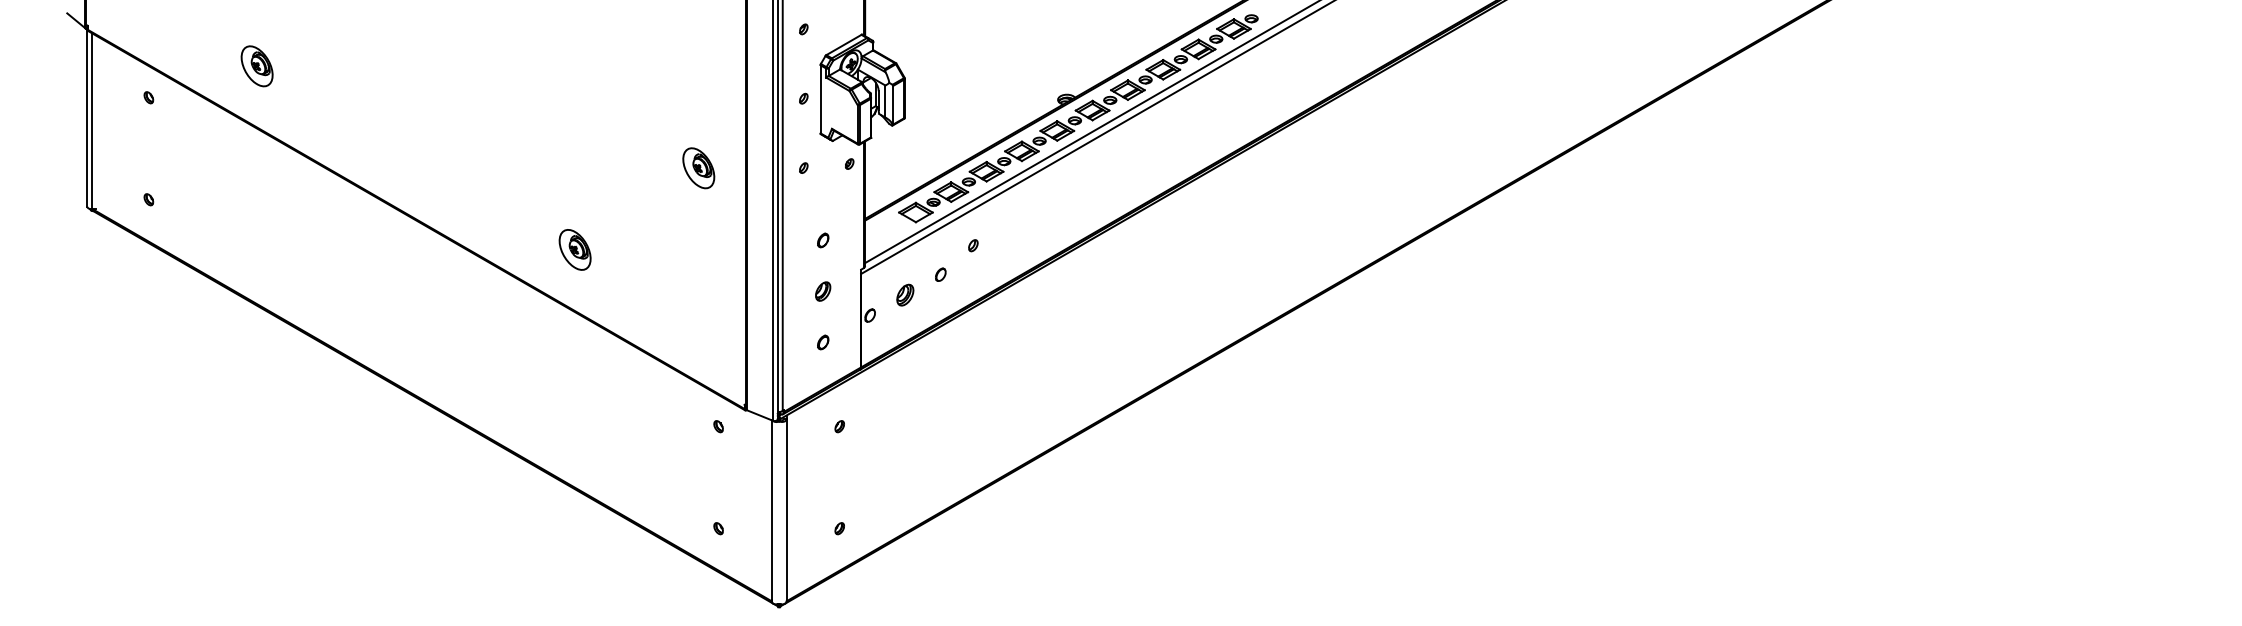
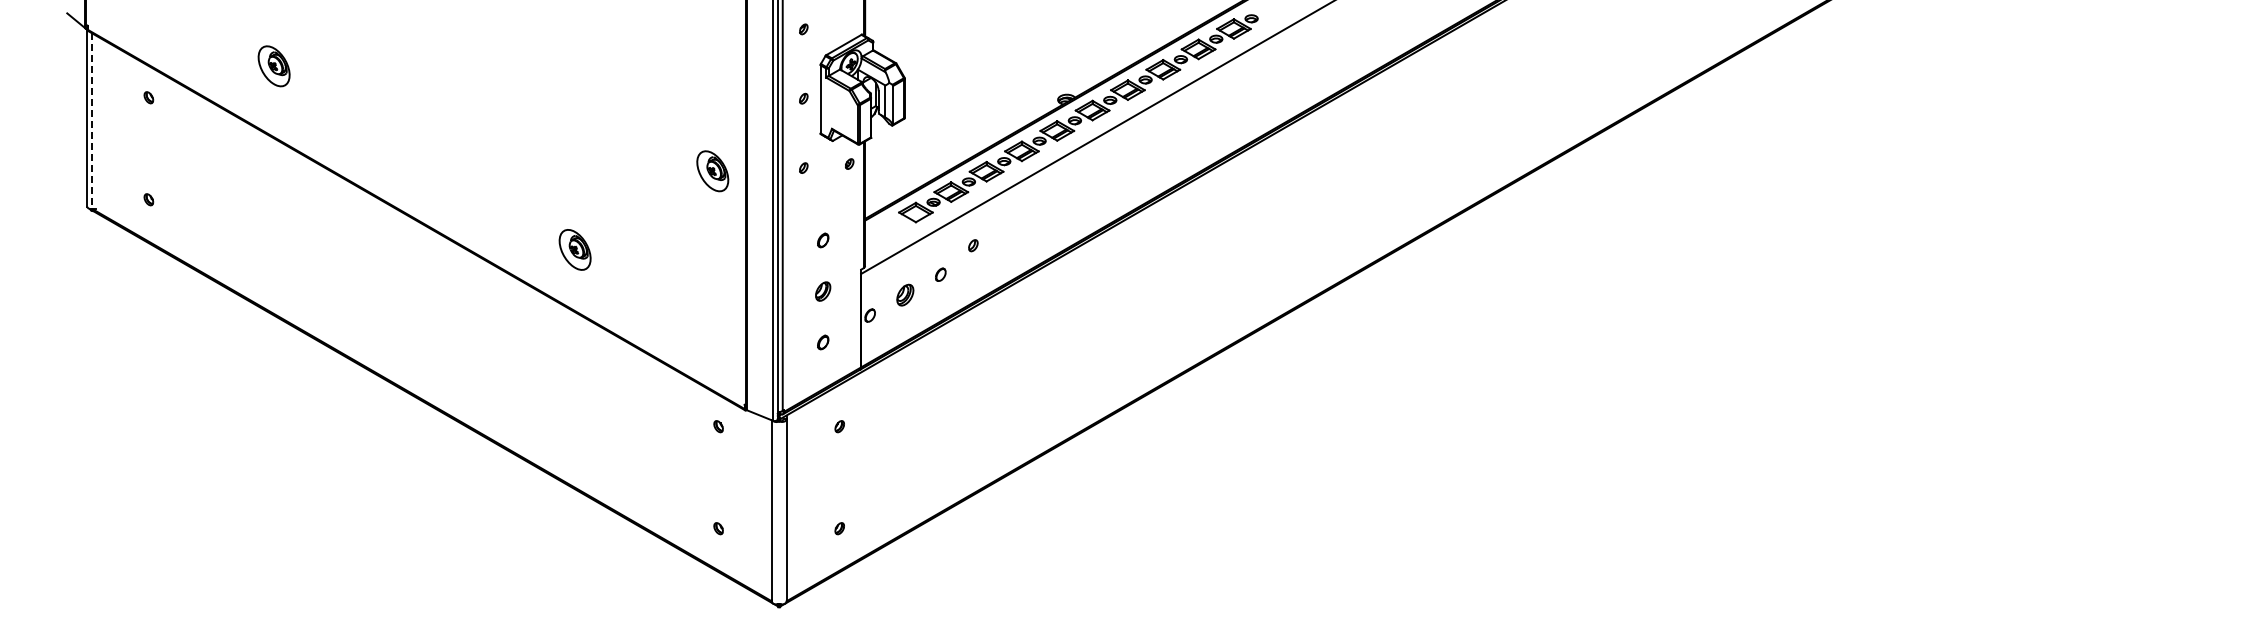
part at (256, 66) position: (256, 66) -> (273, 66)
line at (91, 121): solid -> dashed
line at (1091, 132): present -> none
part at (698, 168) position: (698, 168) -> (712, 171)
